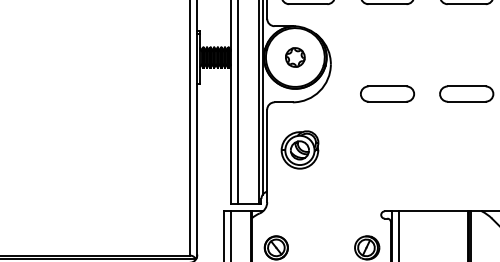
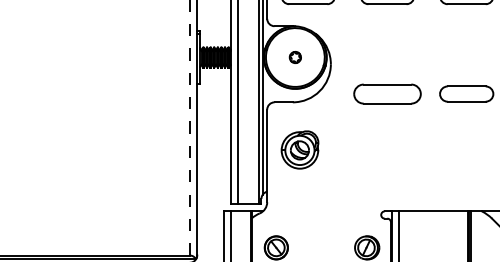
part at (295, 57) size: 21x21 px -> 14x13 px
part at (387, 93) size: 55x18 px -> 69x22 px
line at (189, 127): solid -> dashed
